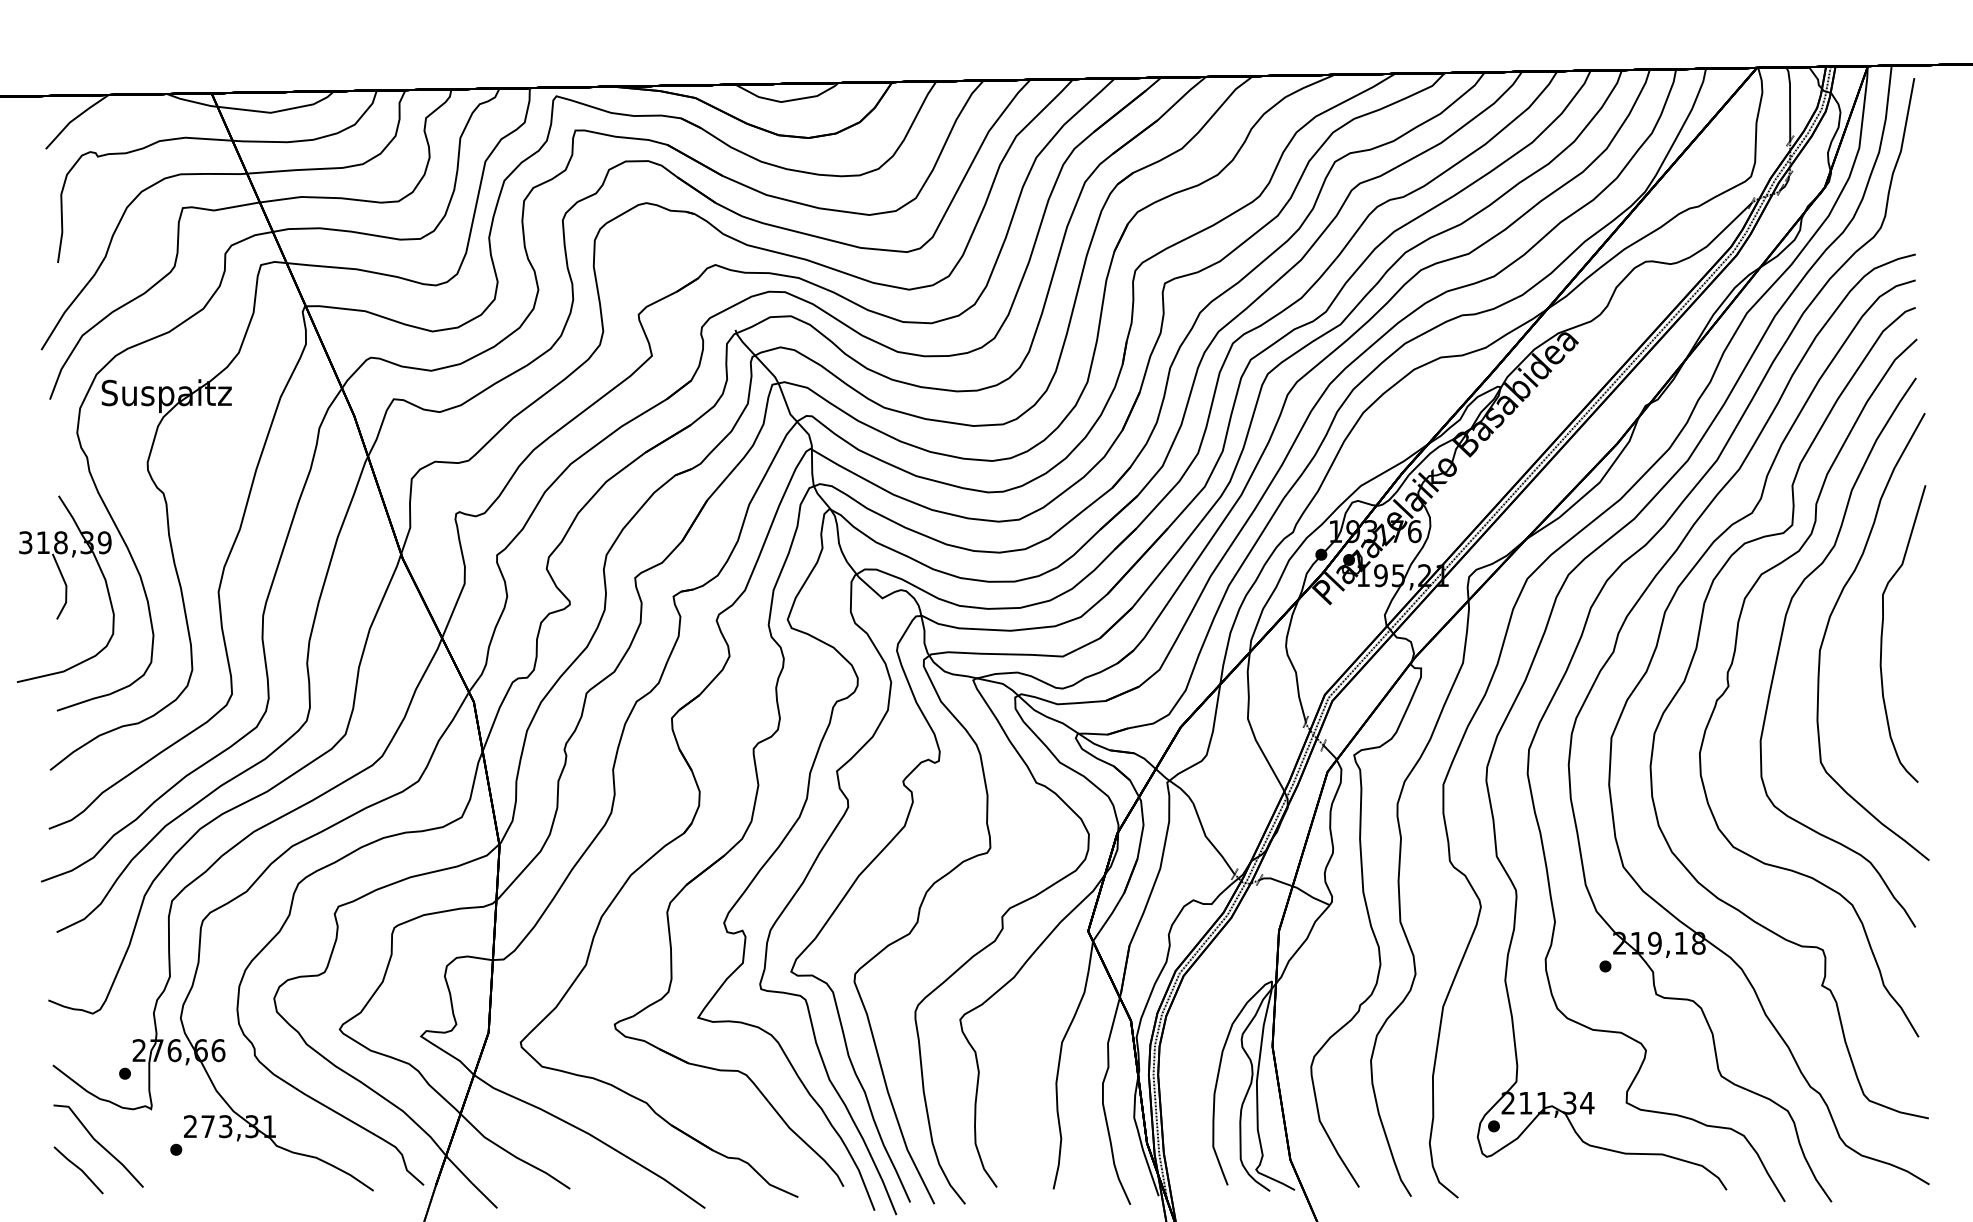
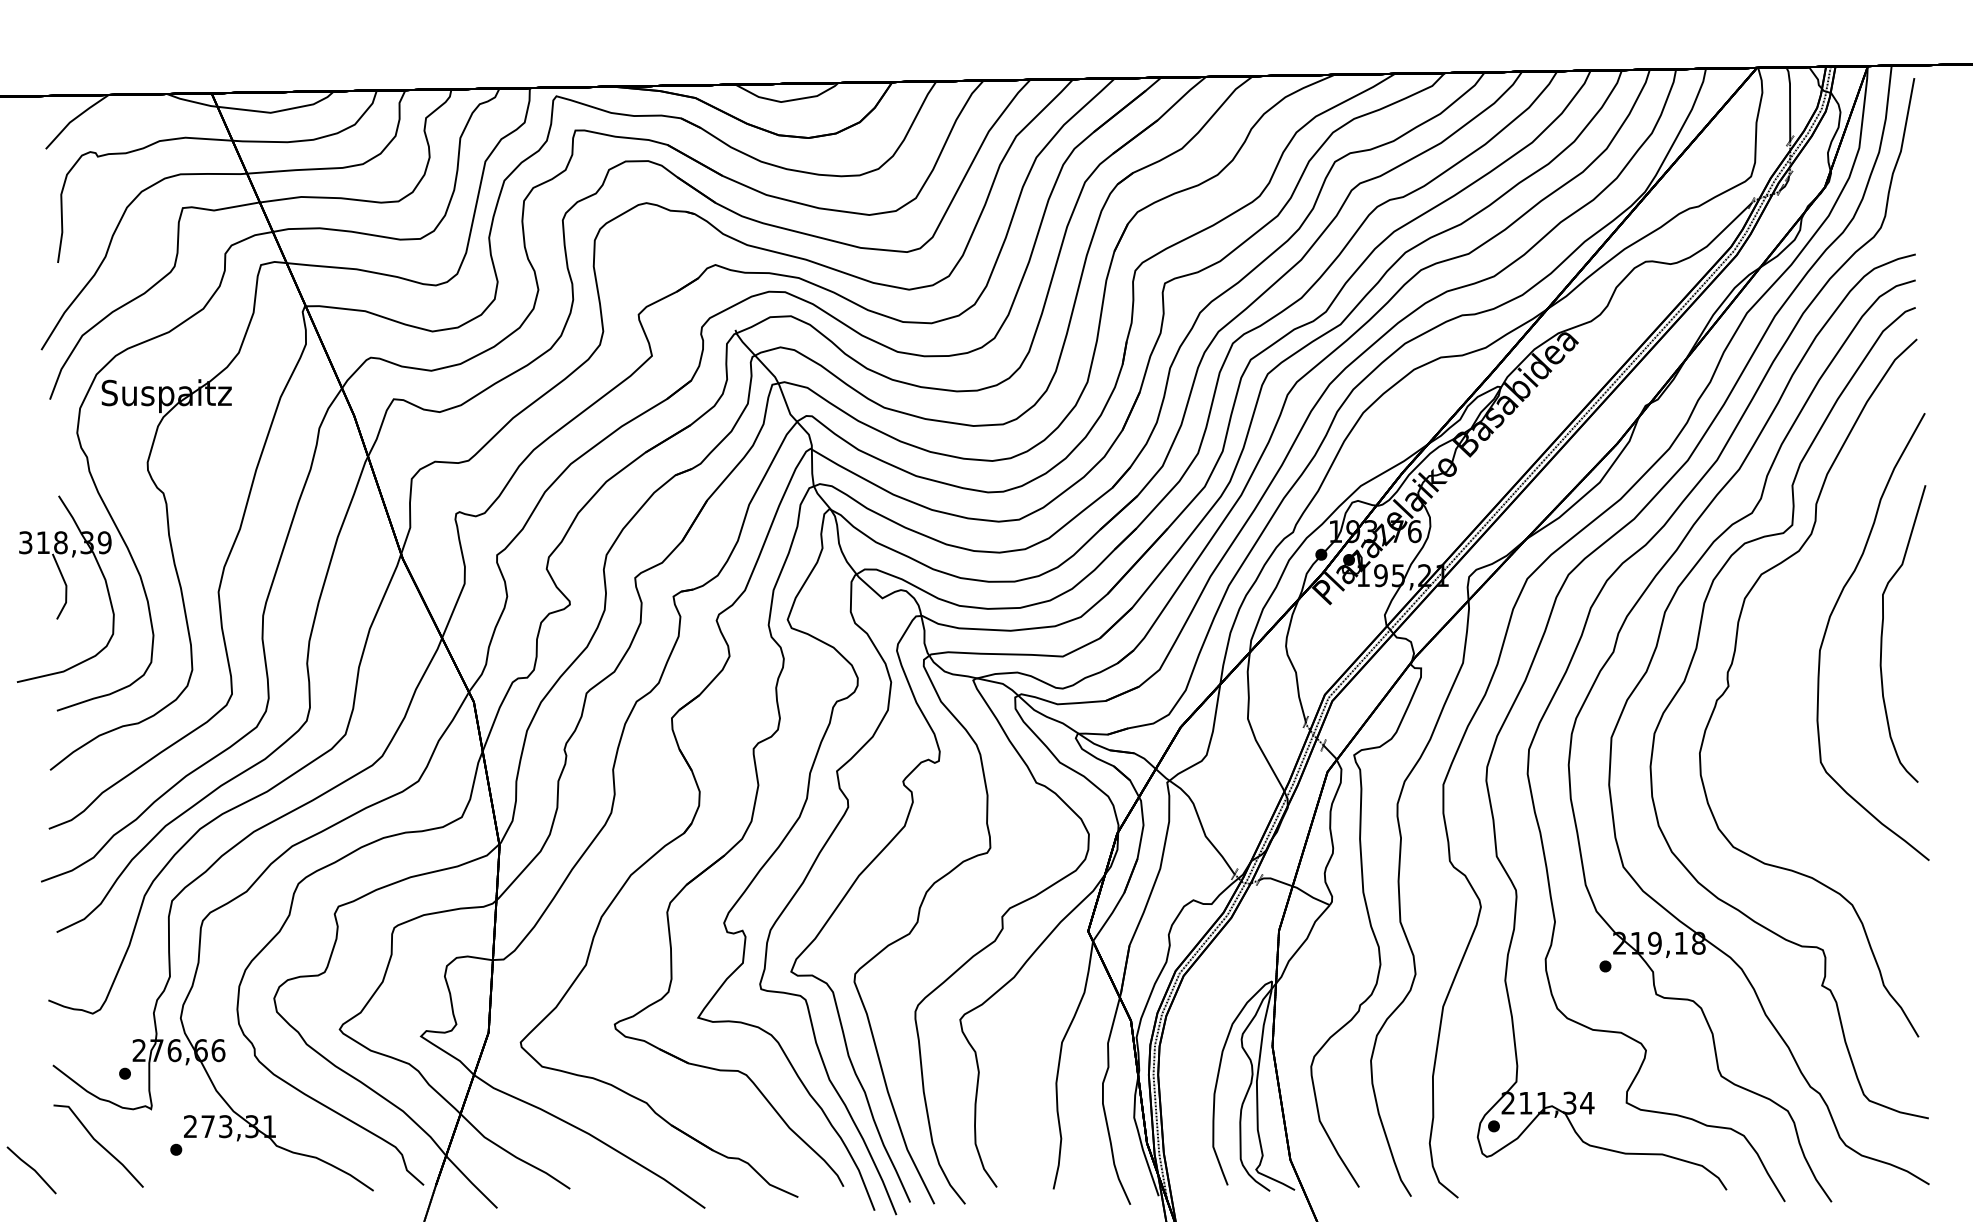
part at (1781, 642): present -> none
line at (78, 1169) position: (78, 1169) -> (31, 1169)
